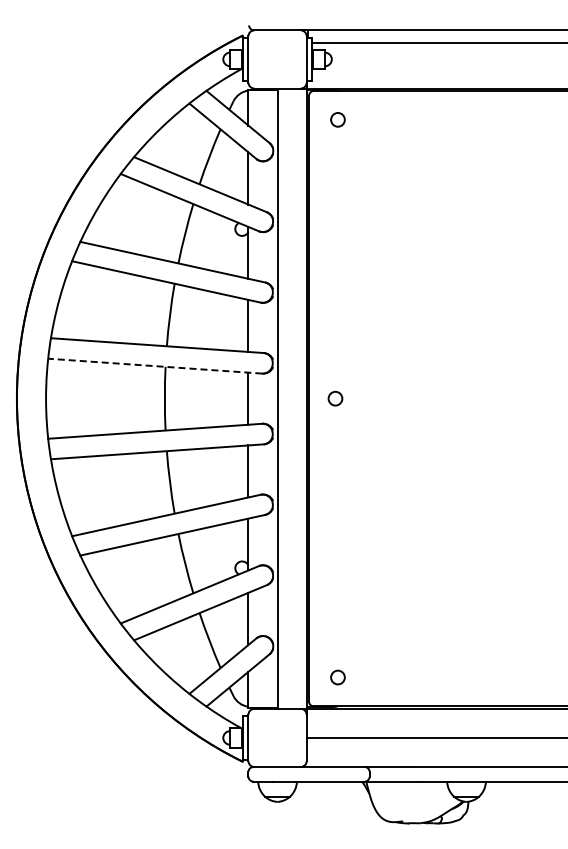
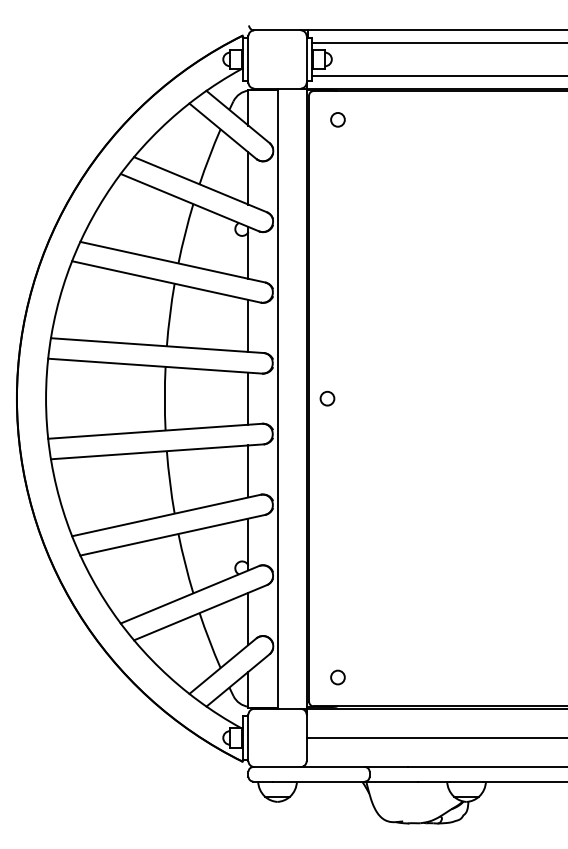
line at (438, 75): none -> present
line at (154, 366): dashed -> solid
circle at (335, 398) position: (335, 398) -> (327, 398)
